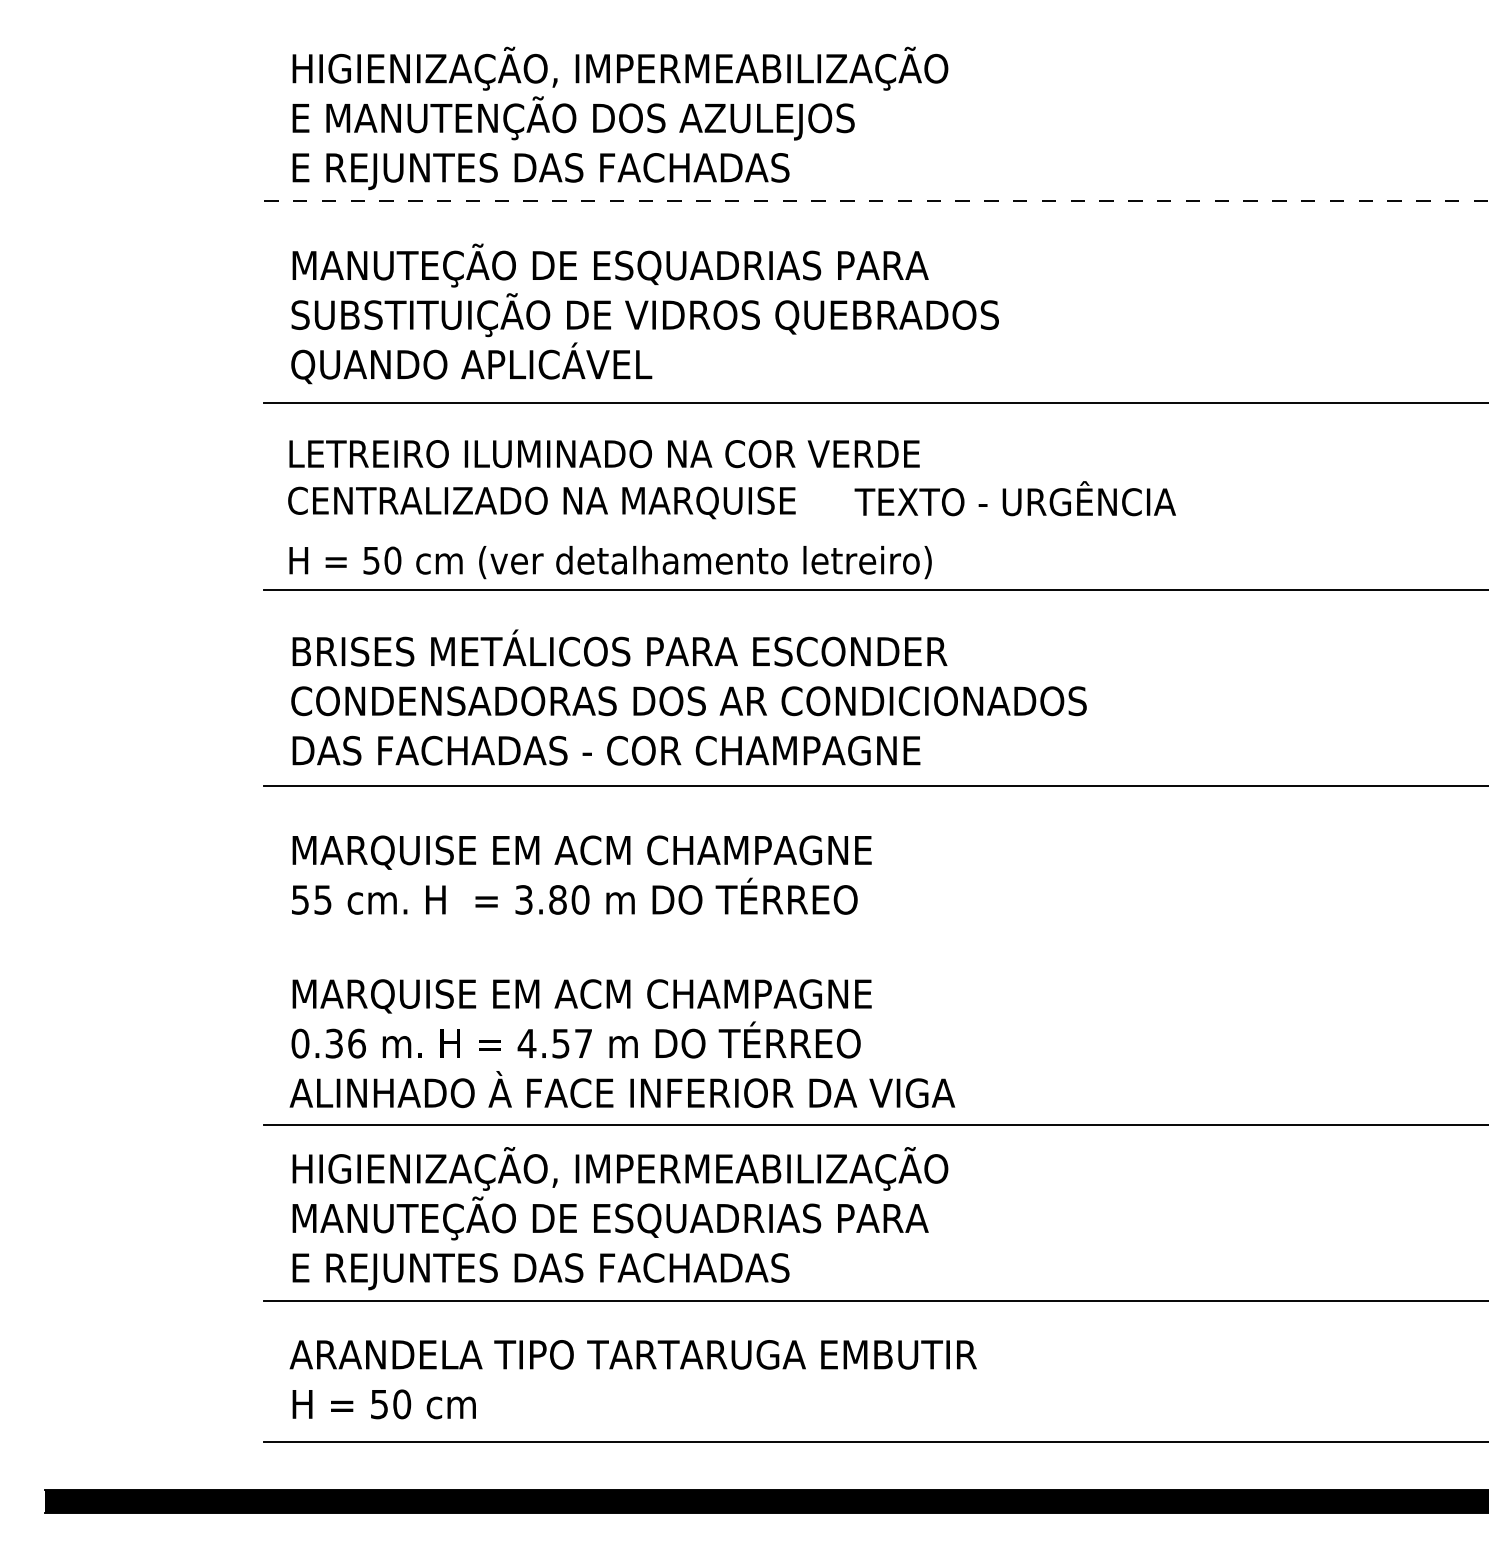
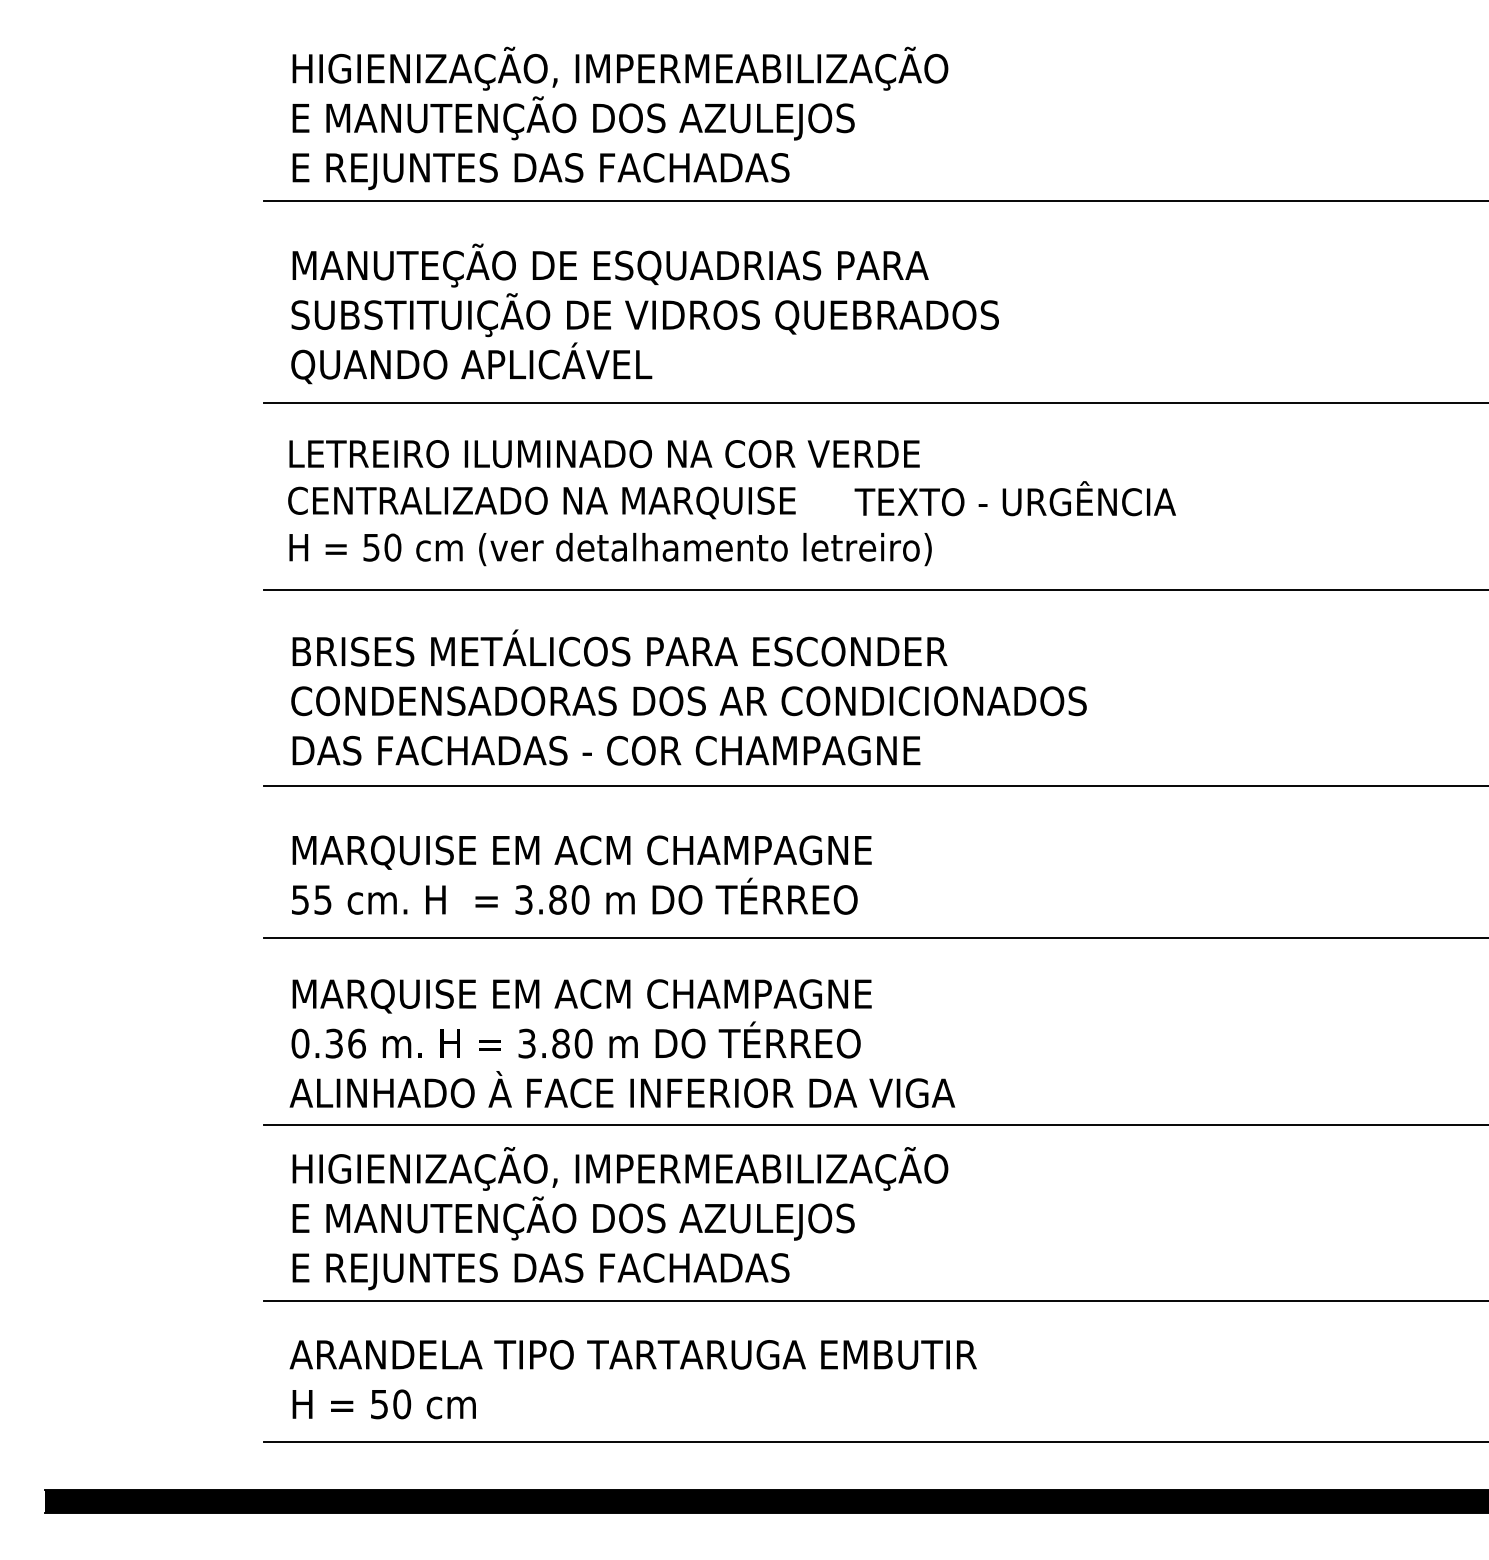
line at (876, 200): dashed -> solid
text at (610, 562) position: (610, 562) -> (610, 549)
line at (874, 938): none -> present
text at (554, 1043): 4.57 -> 3.80
text at (612, 1218): MANUTEÇÃO DE ESQUADRIAS PARA -> E MANUTENÇÃO DOS AZULEJOS
